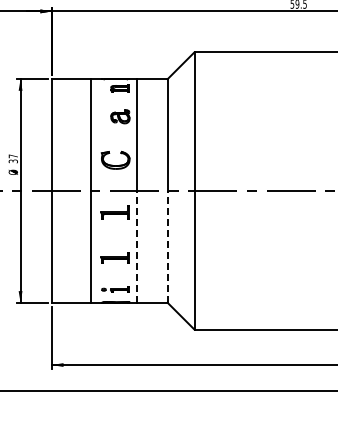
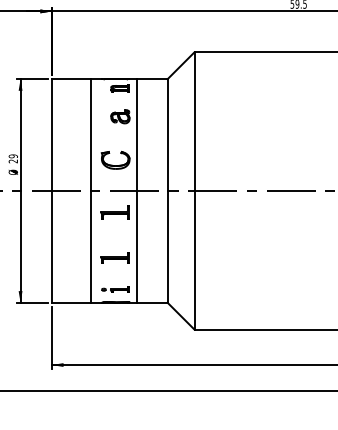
text at (12, 158): 37 -> 29
line at (136, 246): dashed -> solid
line at (167, 246): dashed -> solid
